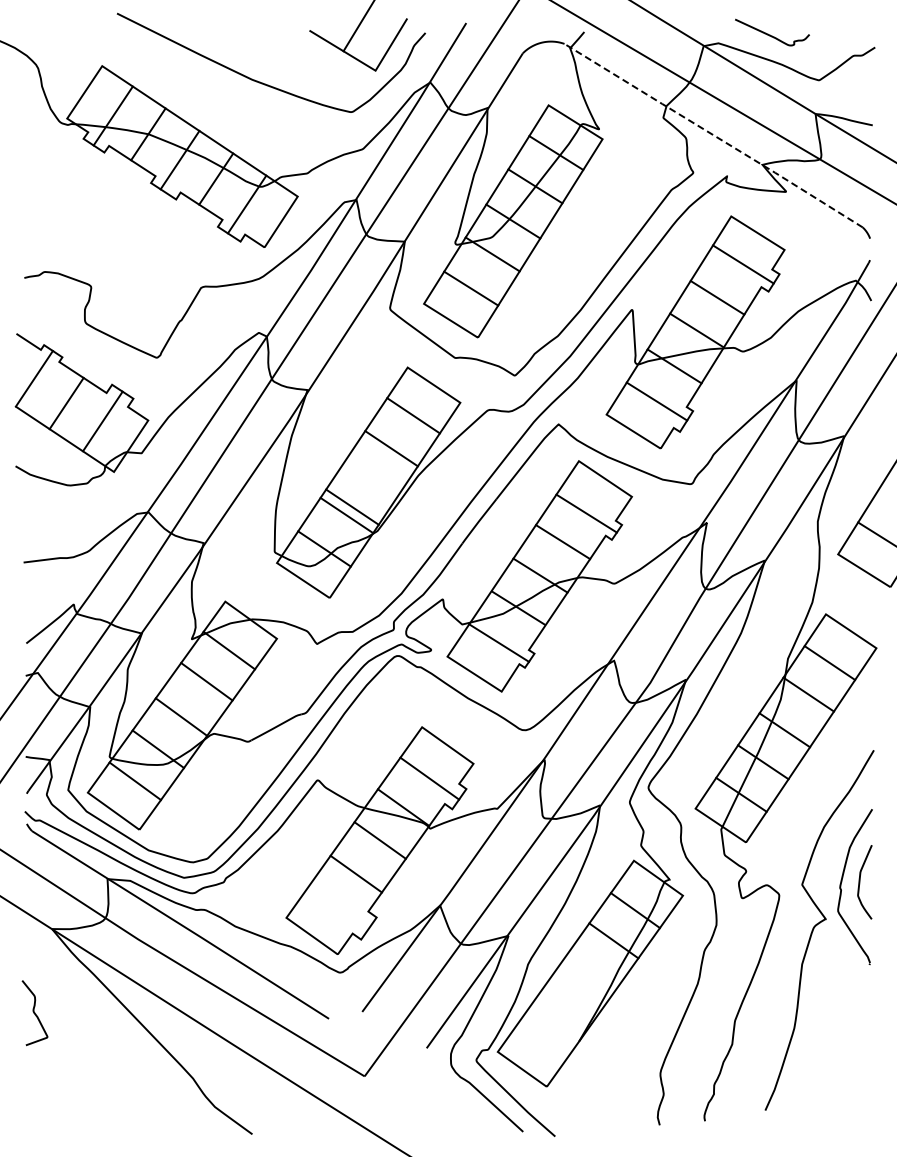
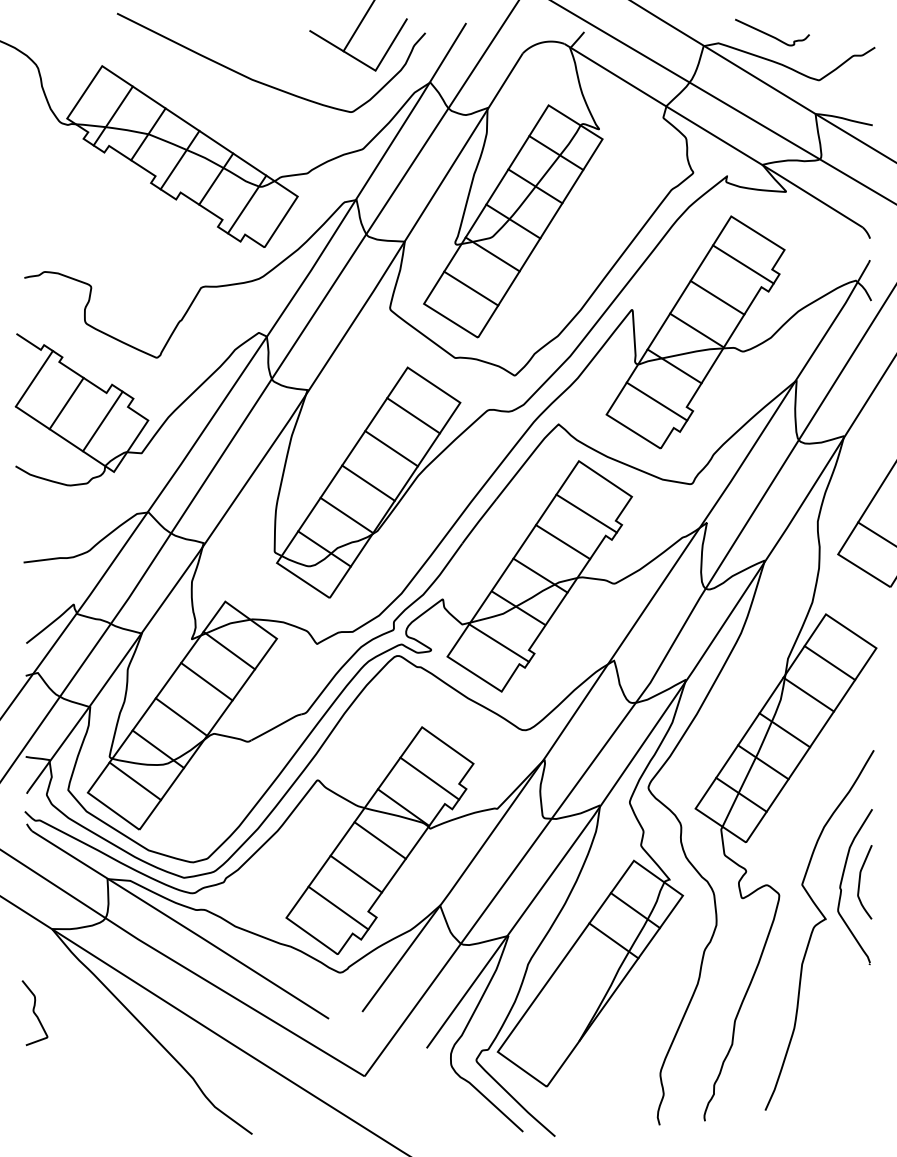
line at (714, 135): dashed -> solid
line at (352, 506) position: (352, 506) -> (368, 482)
line at (338, 907): none -> present
